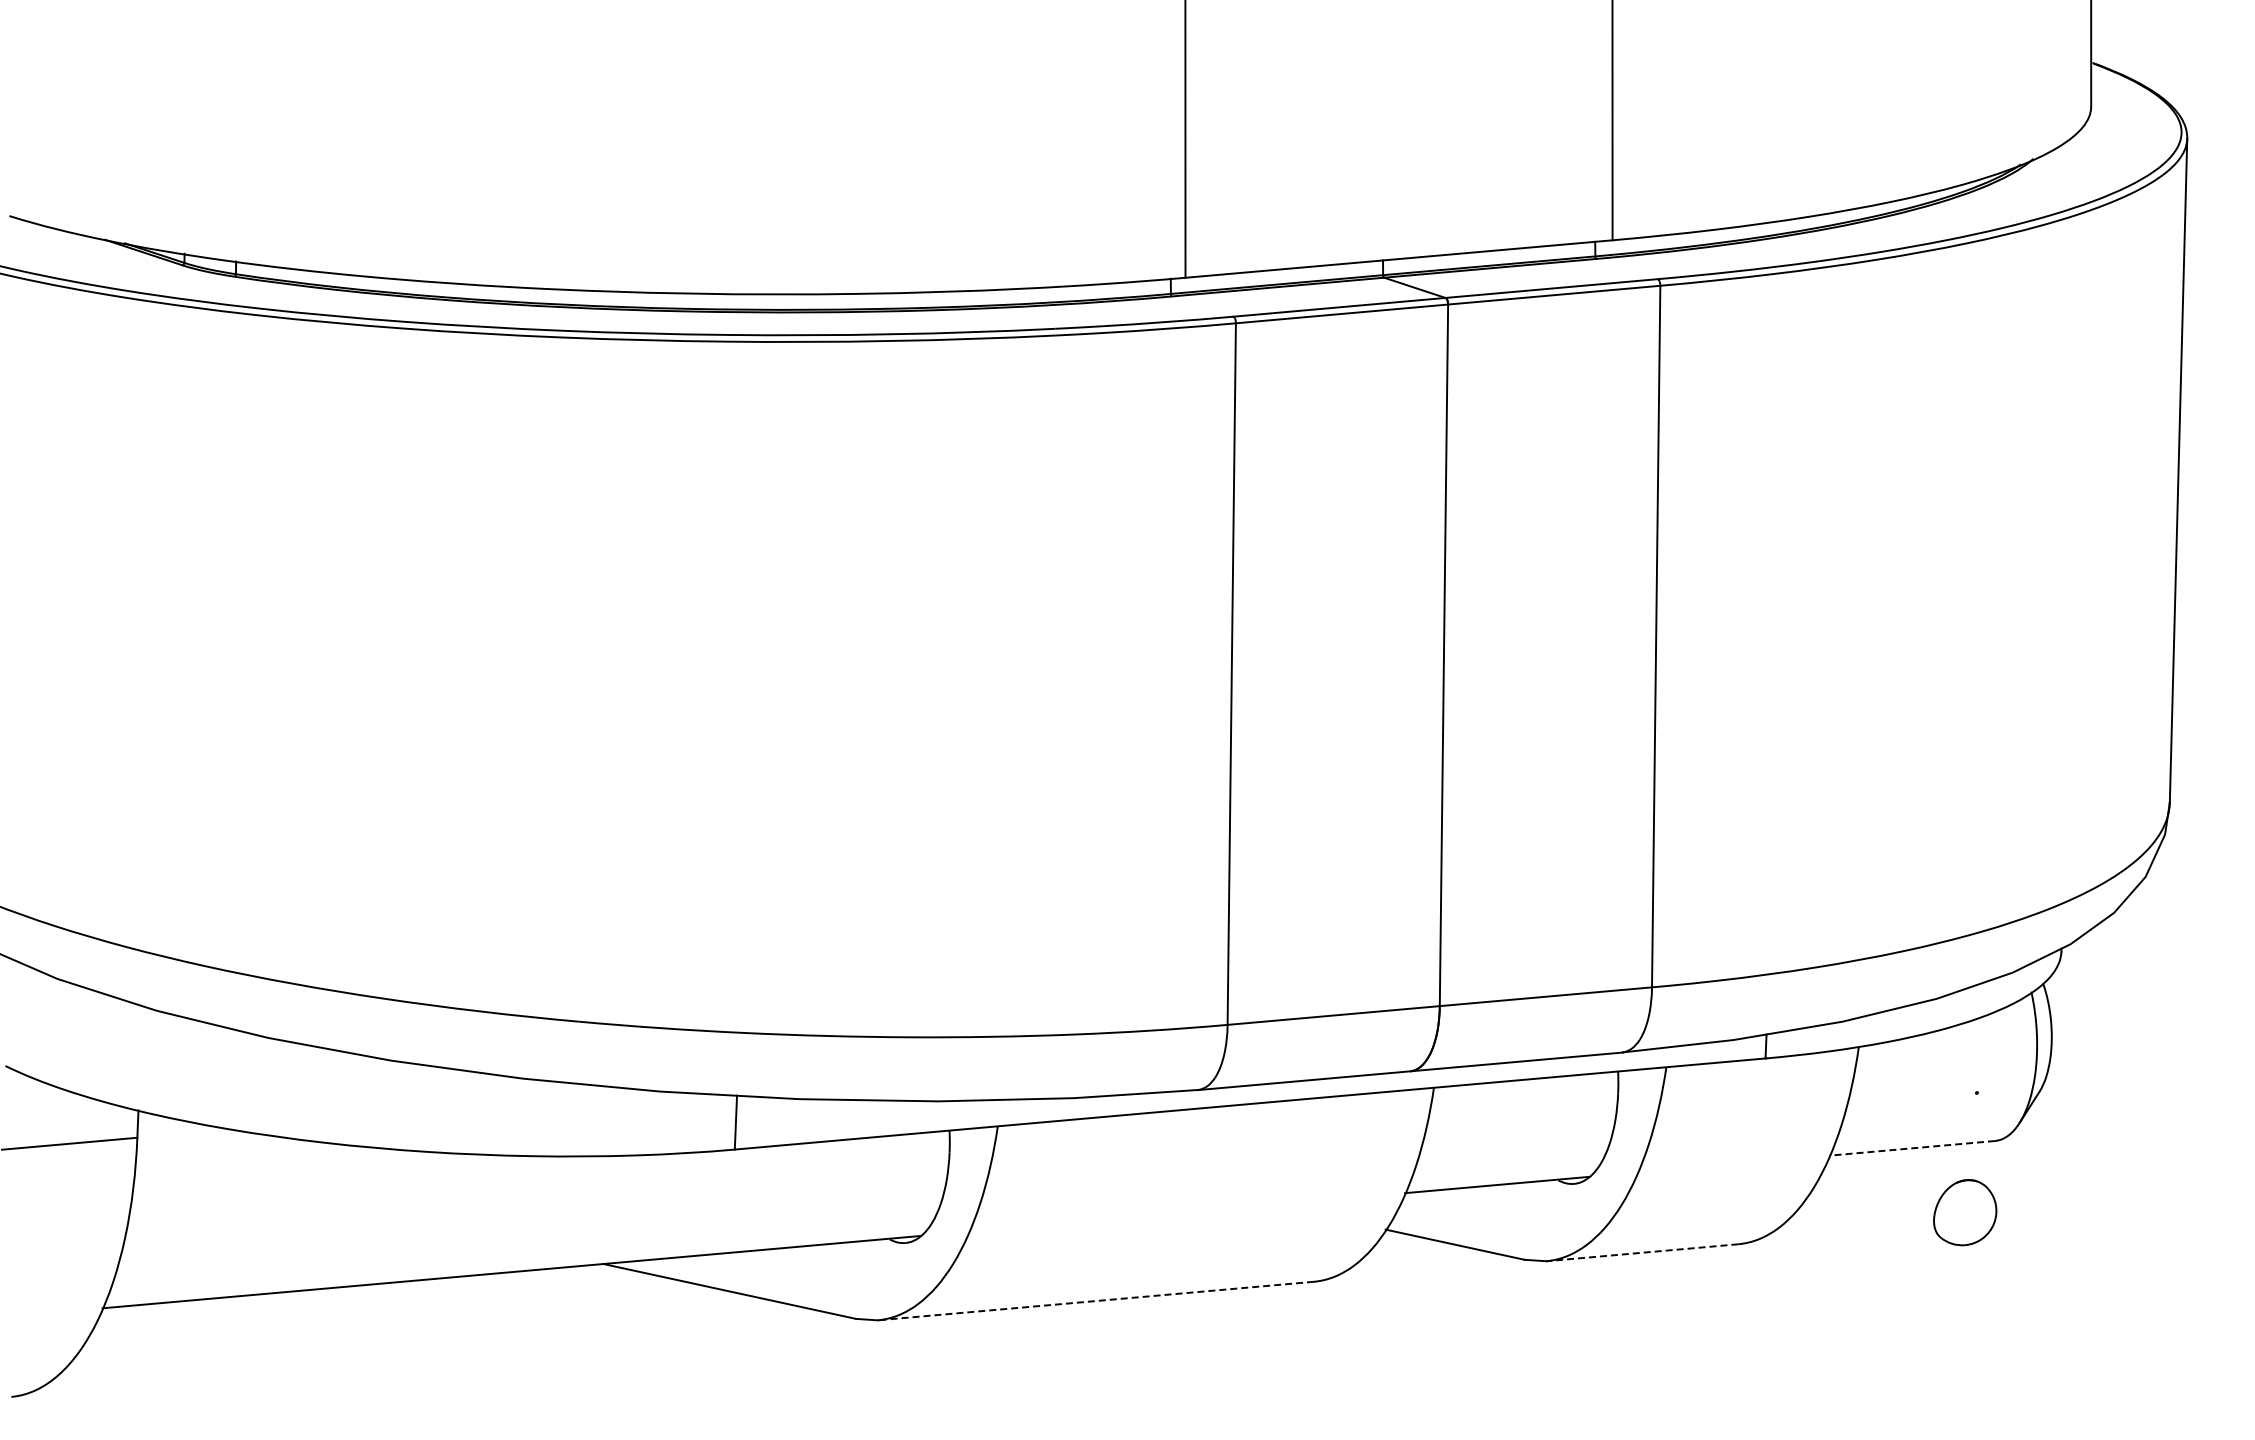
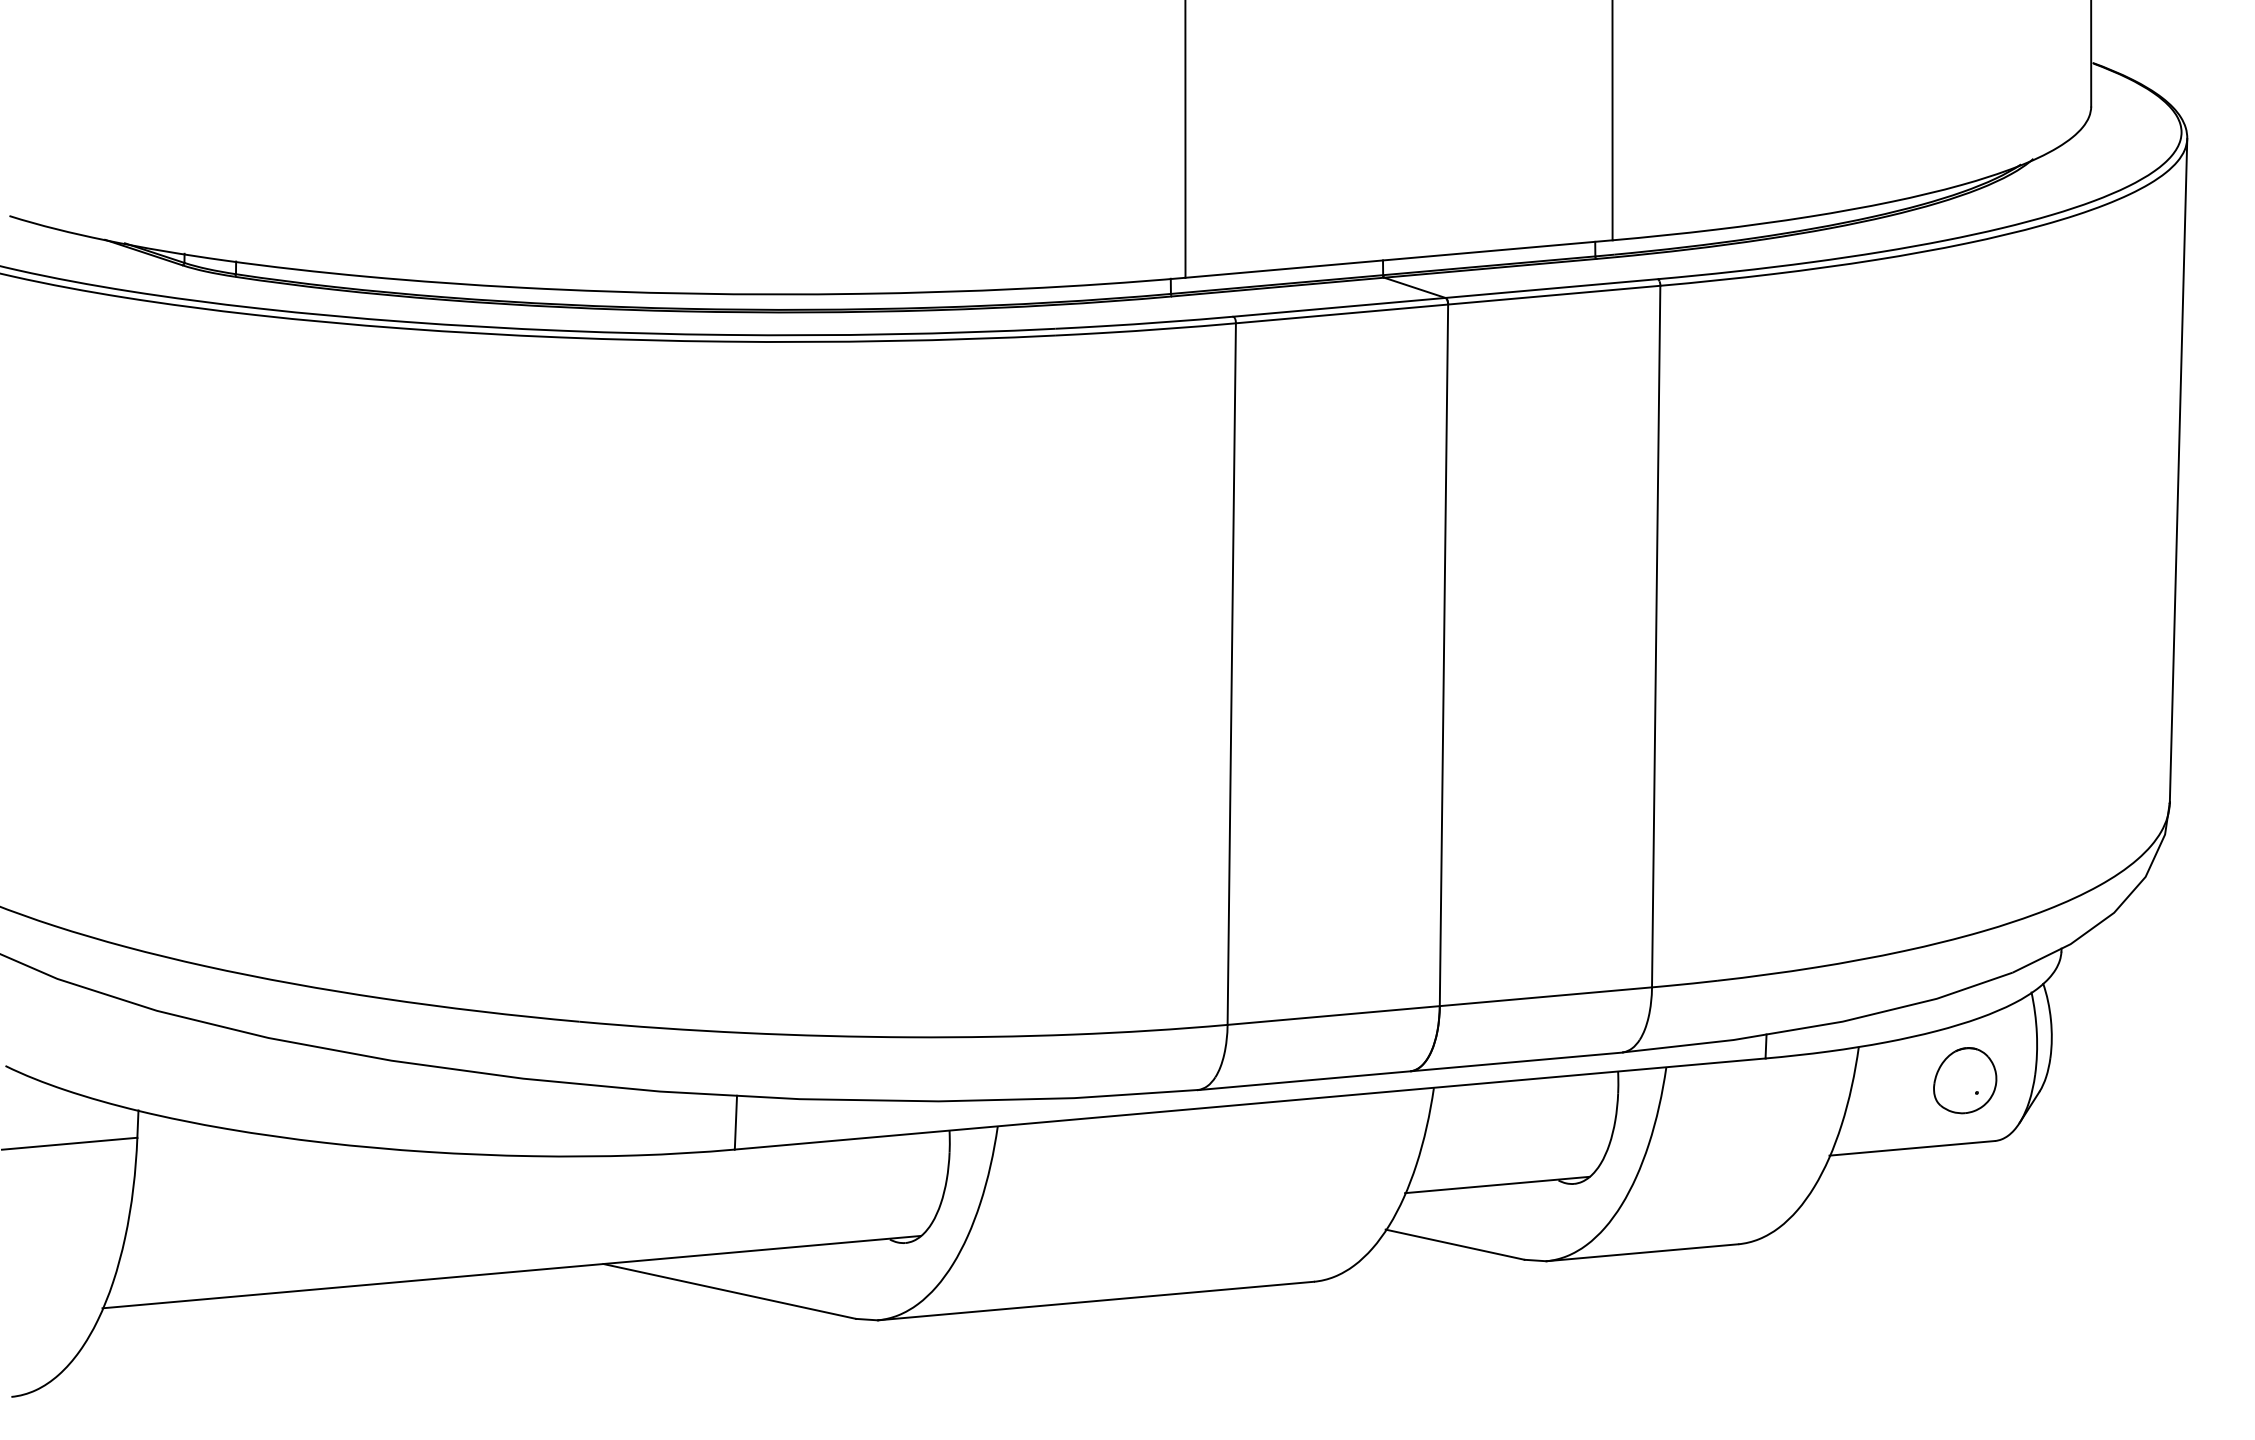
line at (1911, 1148): dashed -> solid
part at (1965, 1212) position: (1965, 1212) -> (1965, 1080)
line at (1641, 1252): dashed -> solid
line at (1095, 1301): dashed -> solid
